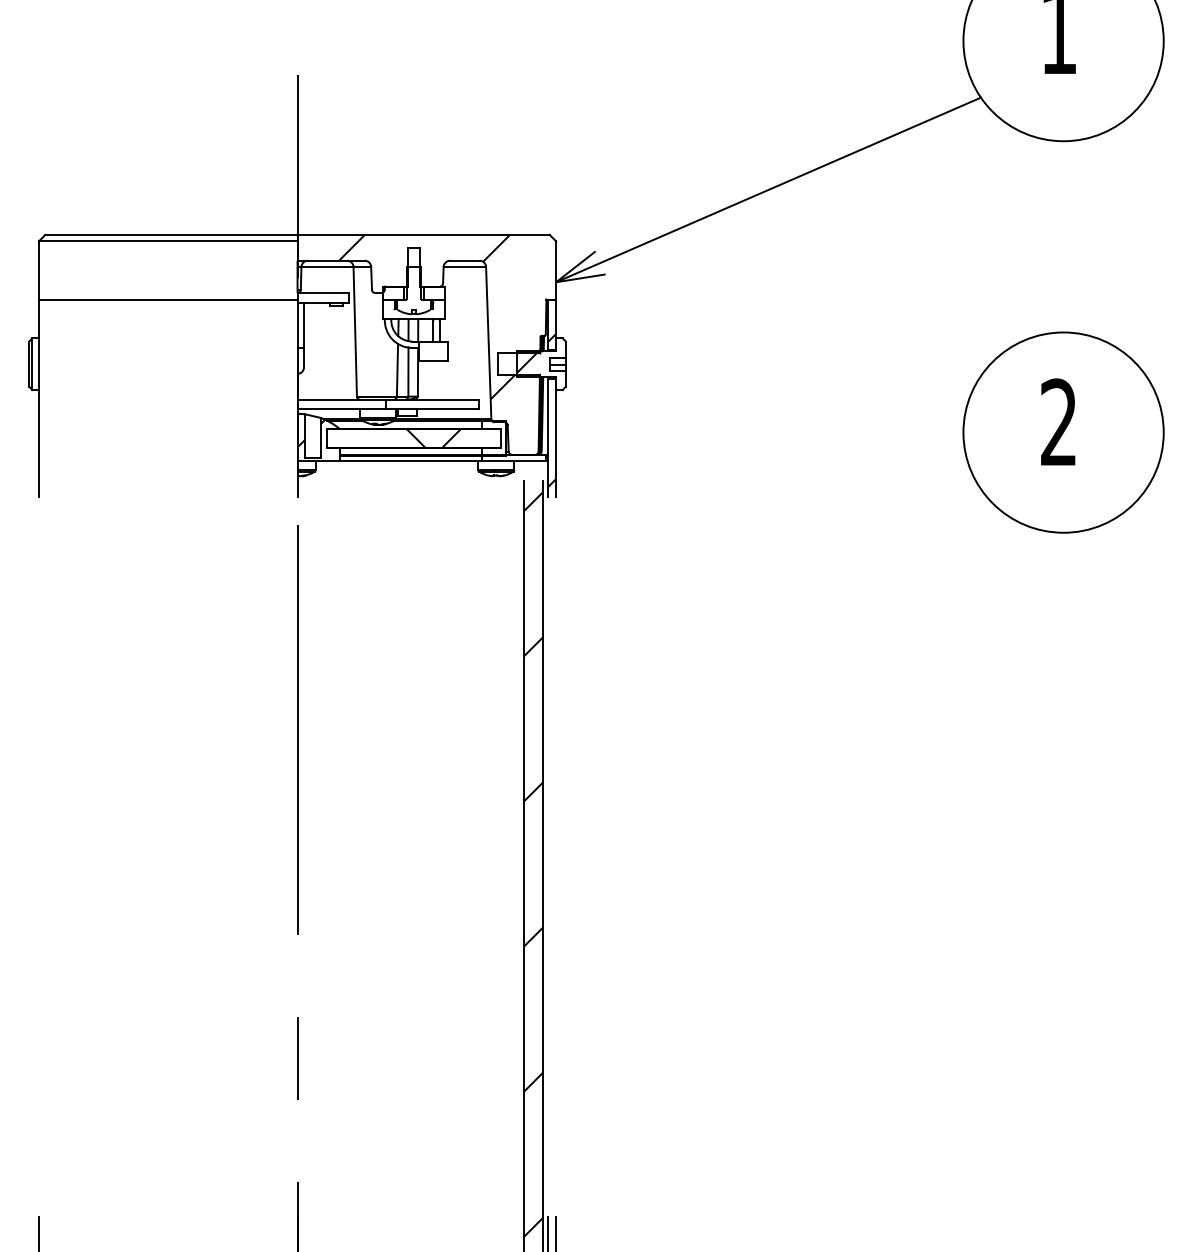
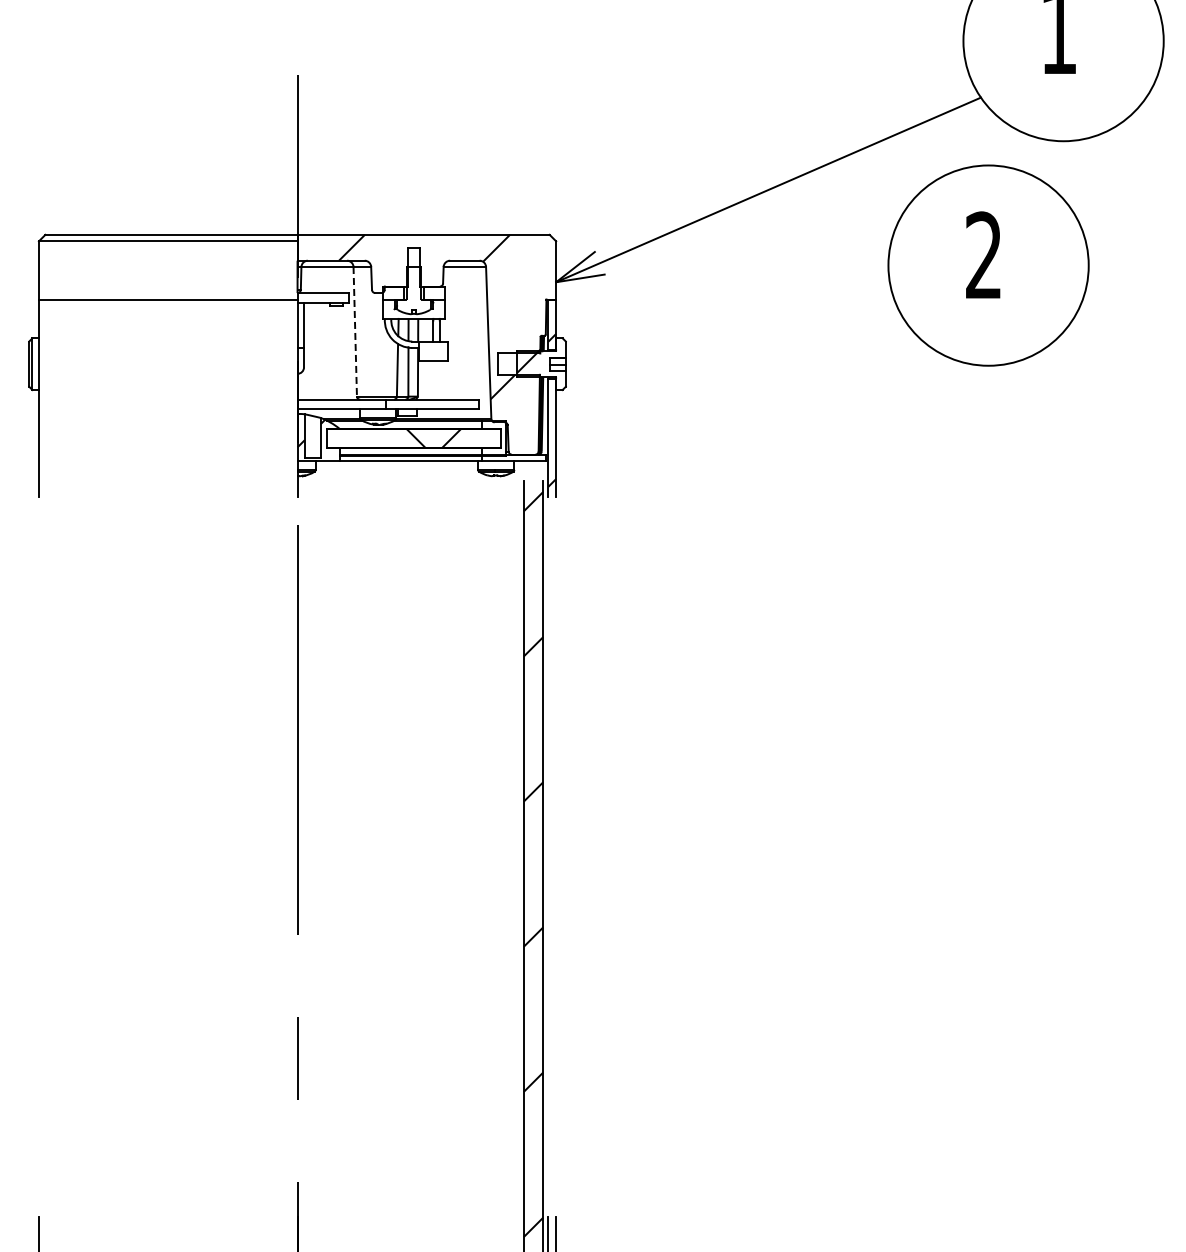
line at (355, 331): solid -> dashed
part at (1063, 432) position: (1063, 432) -> (988, 265)
